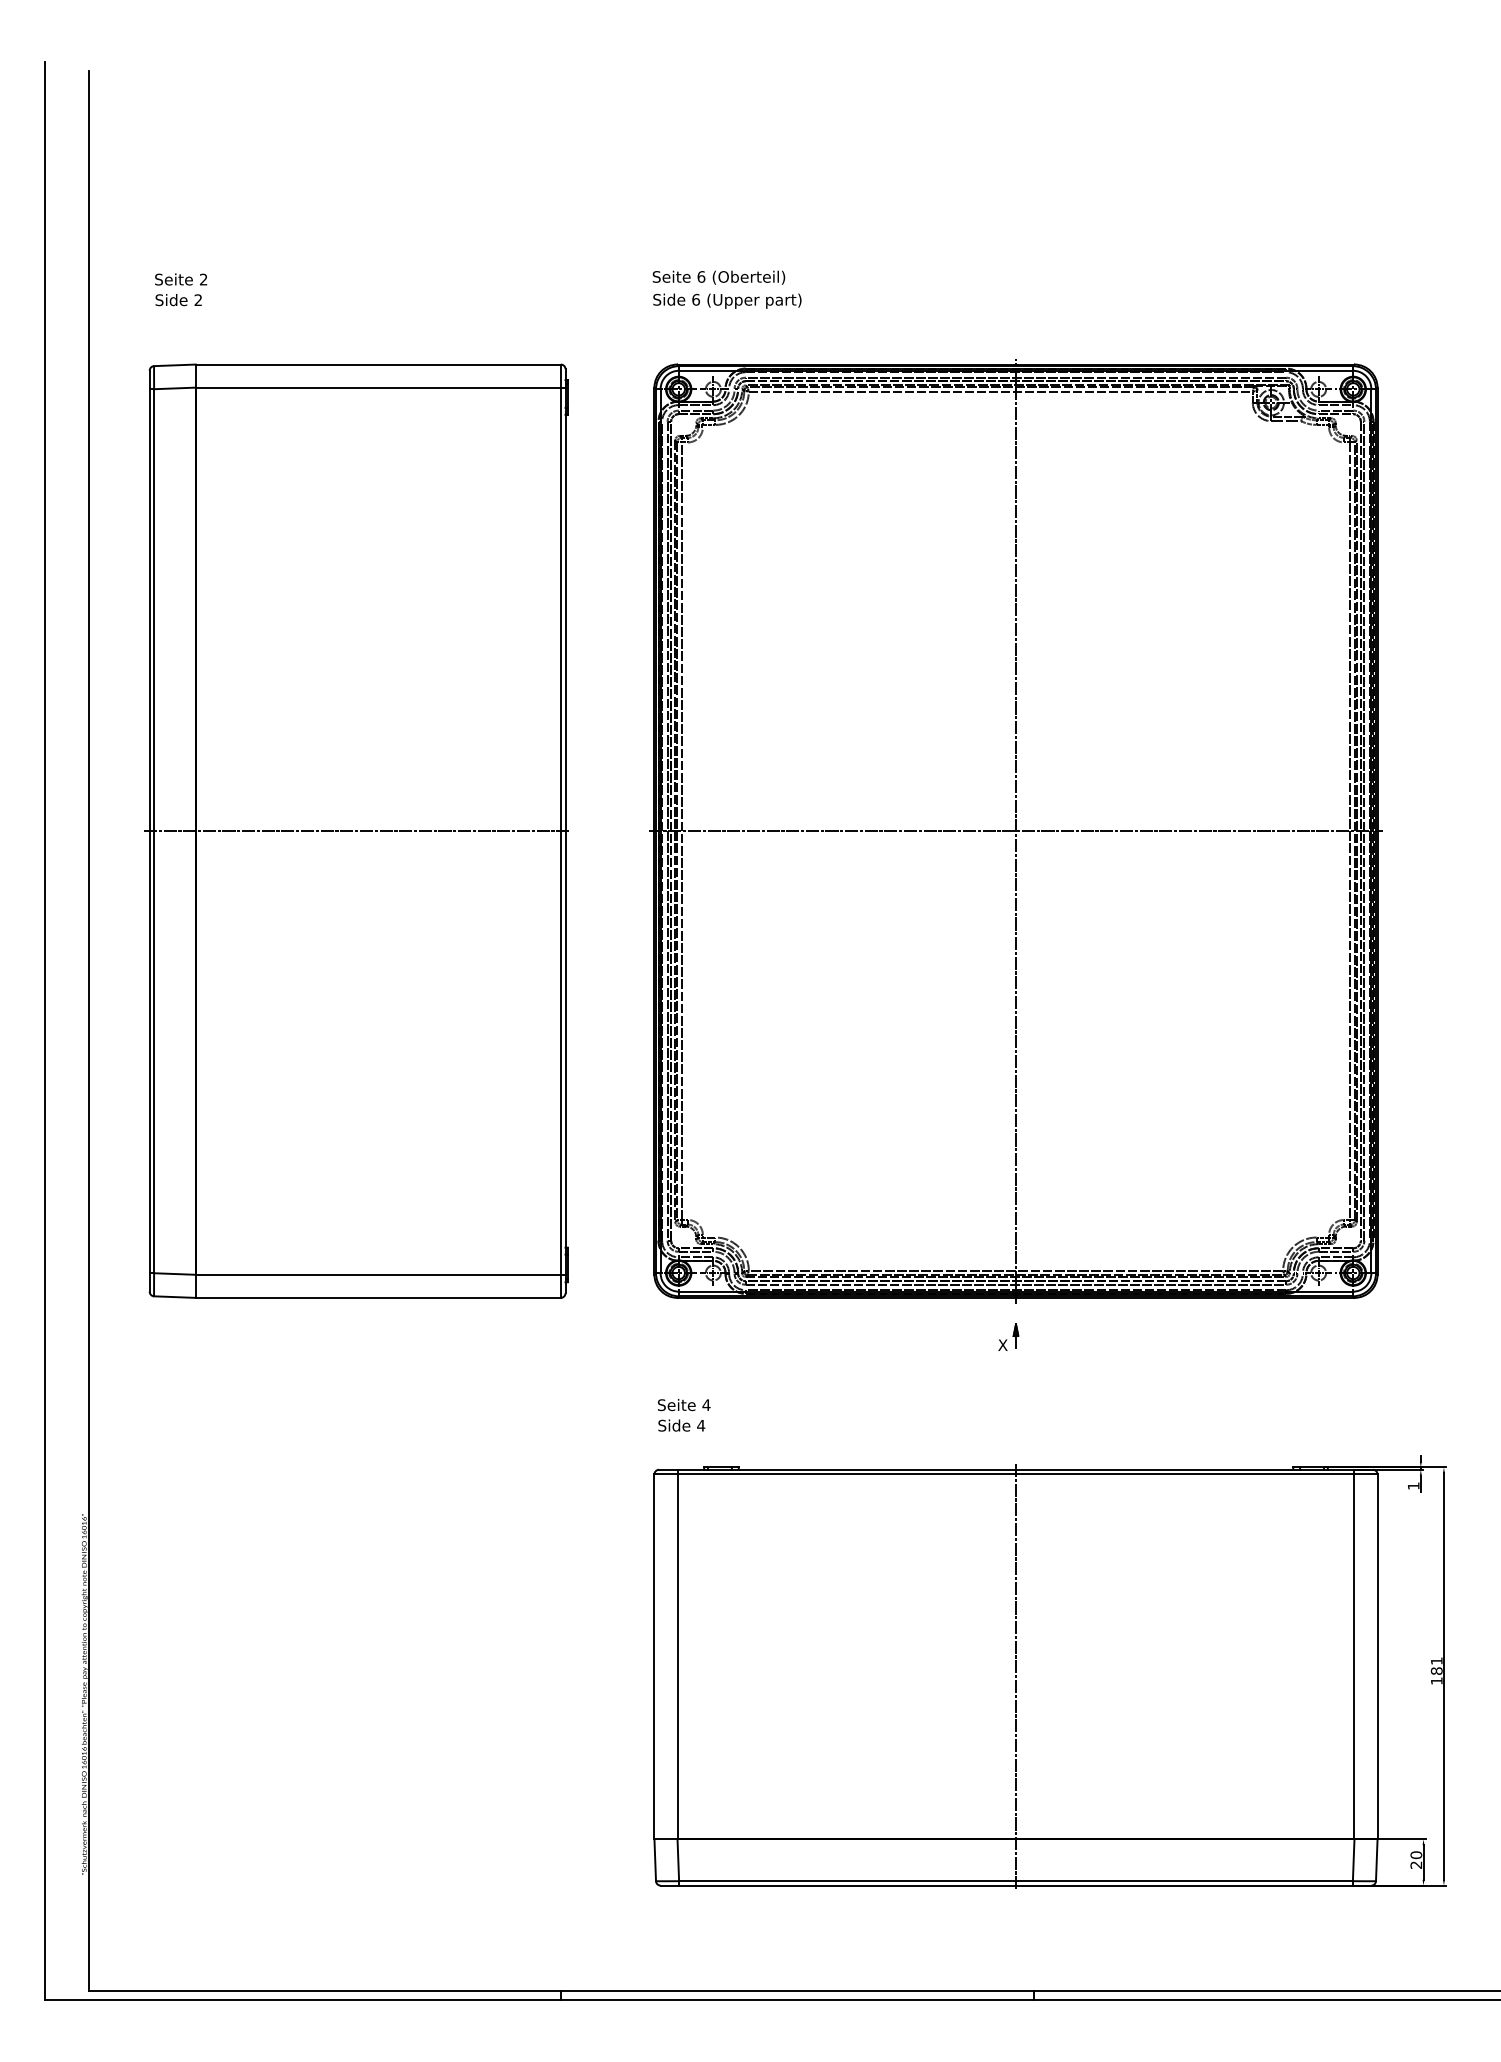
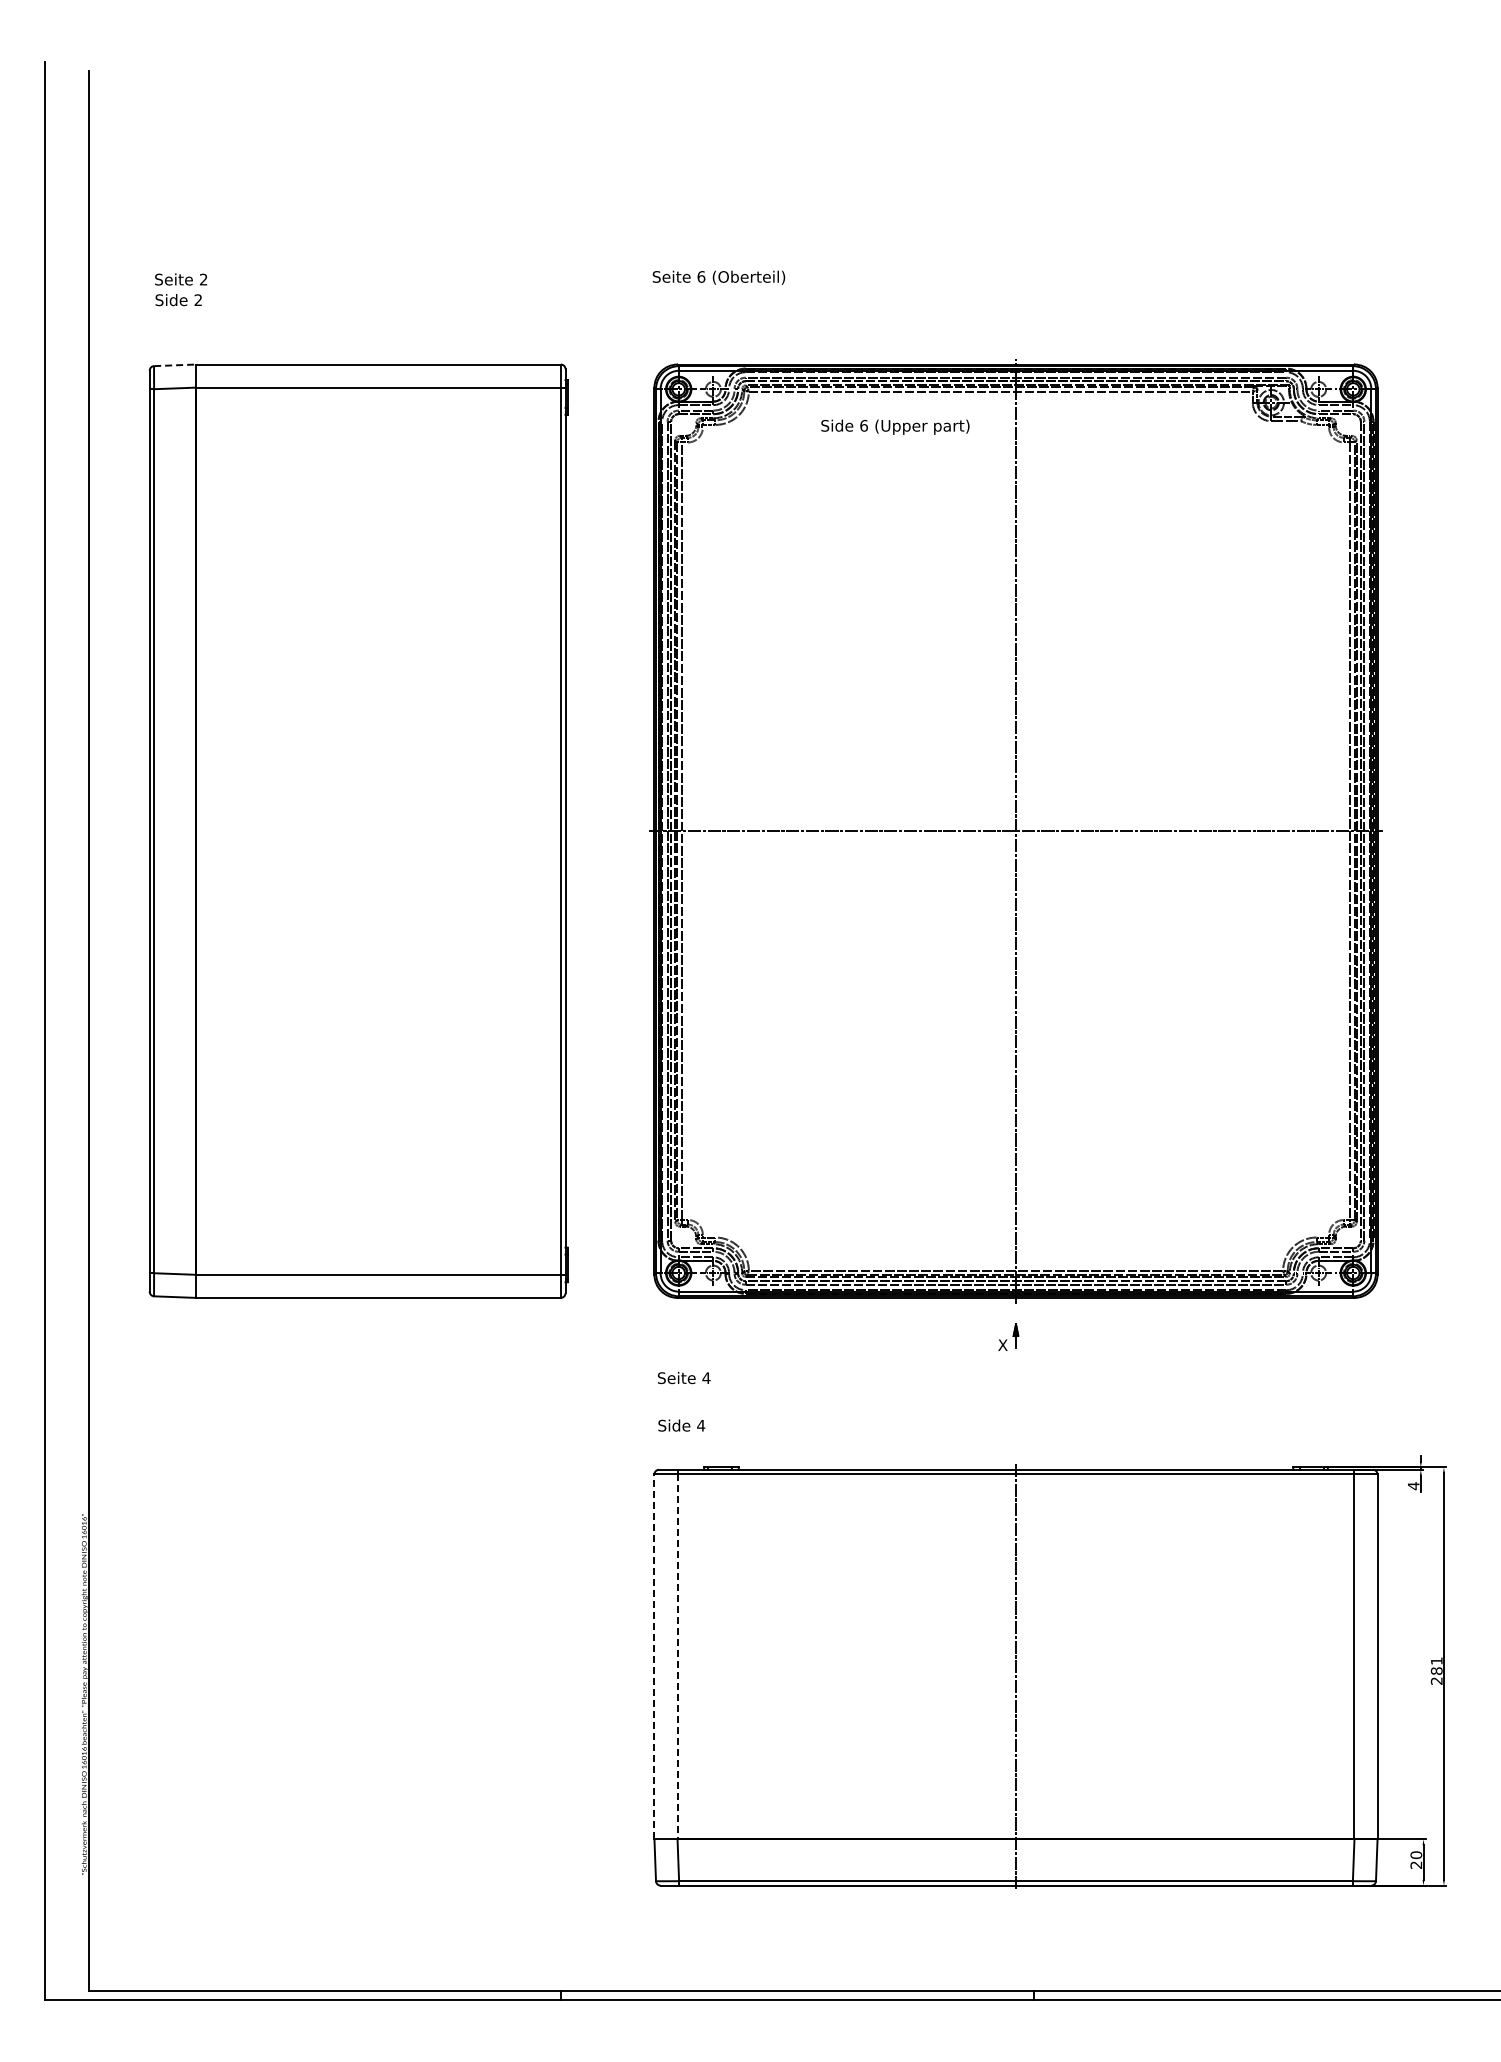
text at (727, 300) position: (727, 300) -> (895, 426)
line at (175, 365): solid -> dashed
line at (357, 831): present -> none
text at (684, 1405) position: (684, 1405) -> (684, 1378)
text at (1413, 1486): 1 -> 4
line at (654, 1656): solid -> dashed
line at (677, 1656): solid -> dashed
text at (1436, 1680): 181 -> 281
